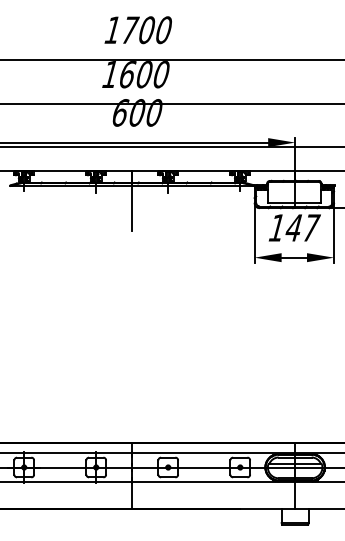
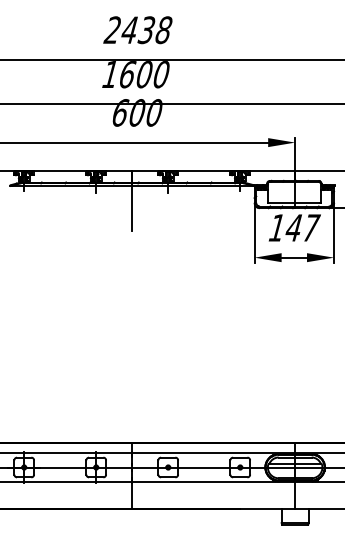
text at (137, 30): 1700 -> 2438
line at (171, 146): present -> none
